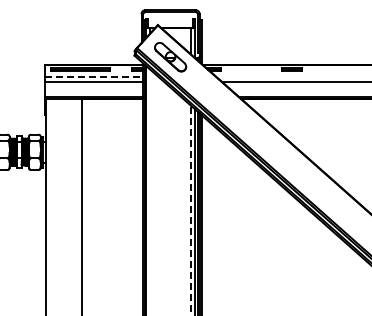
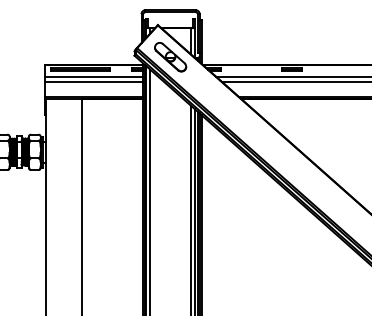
line at (94, 76): dashed -> solid
line at (292, 76): none -> present
line at (150, 190): none -> present
line at (190, 210): dashed -> solid
